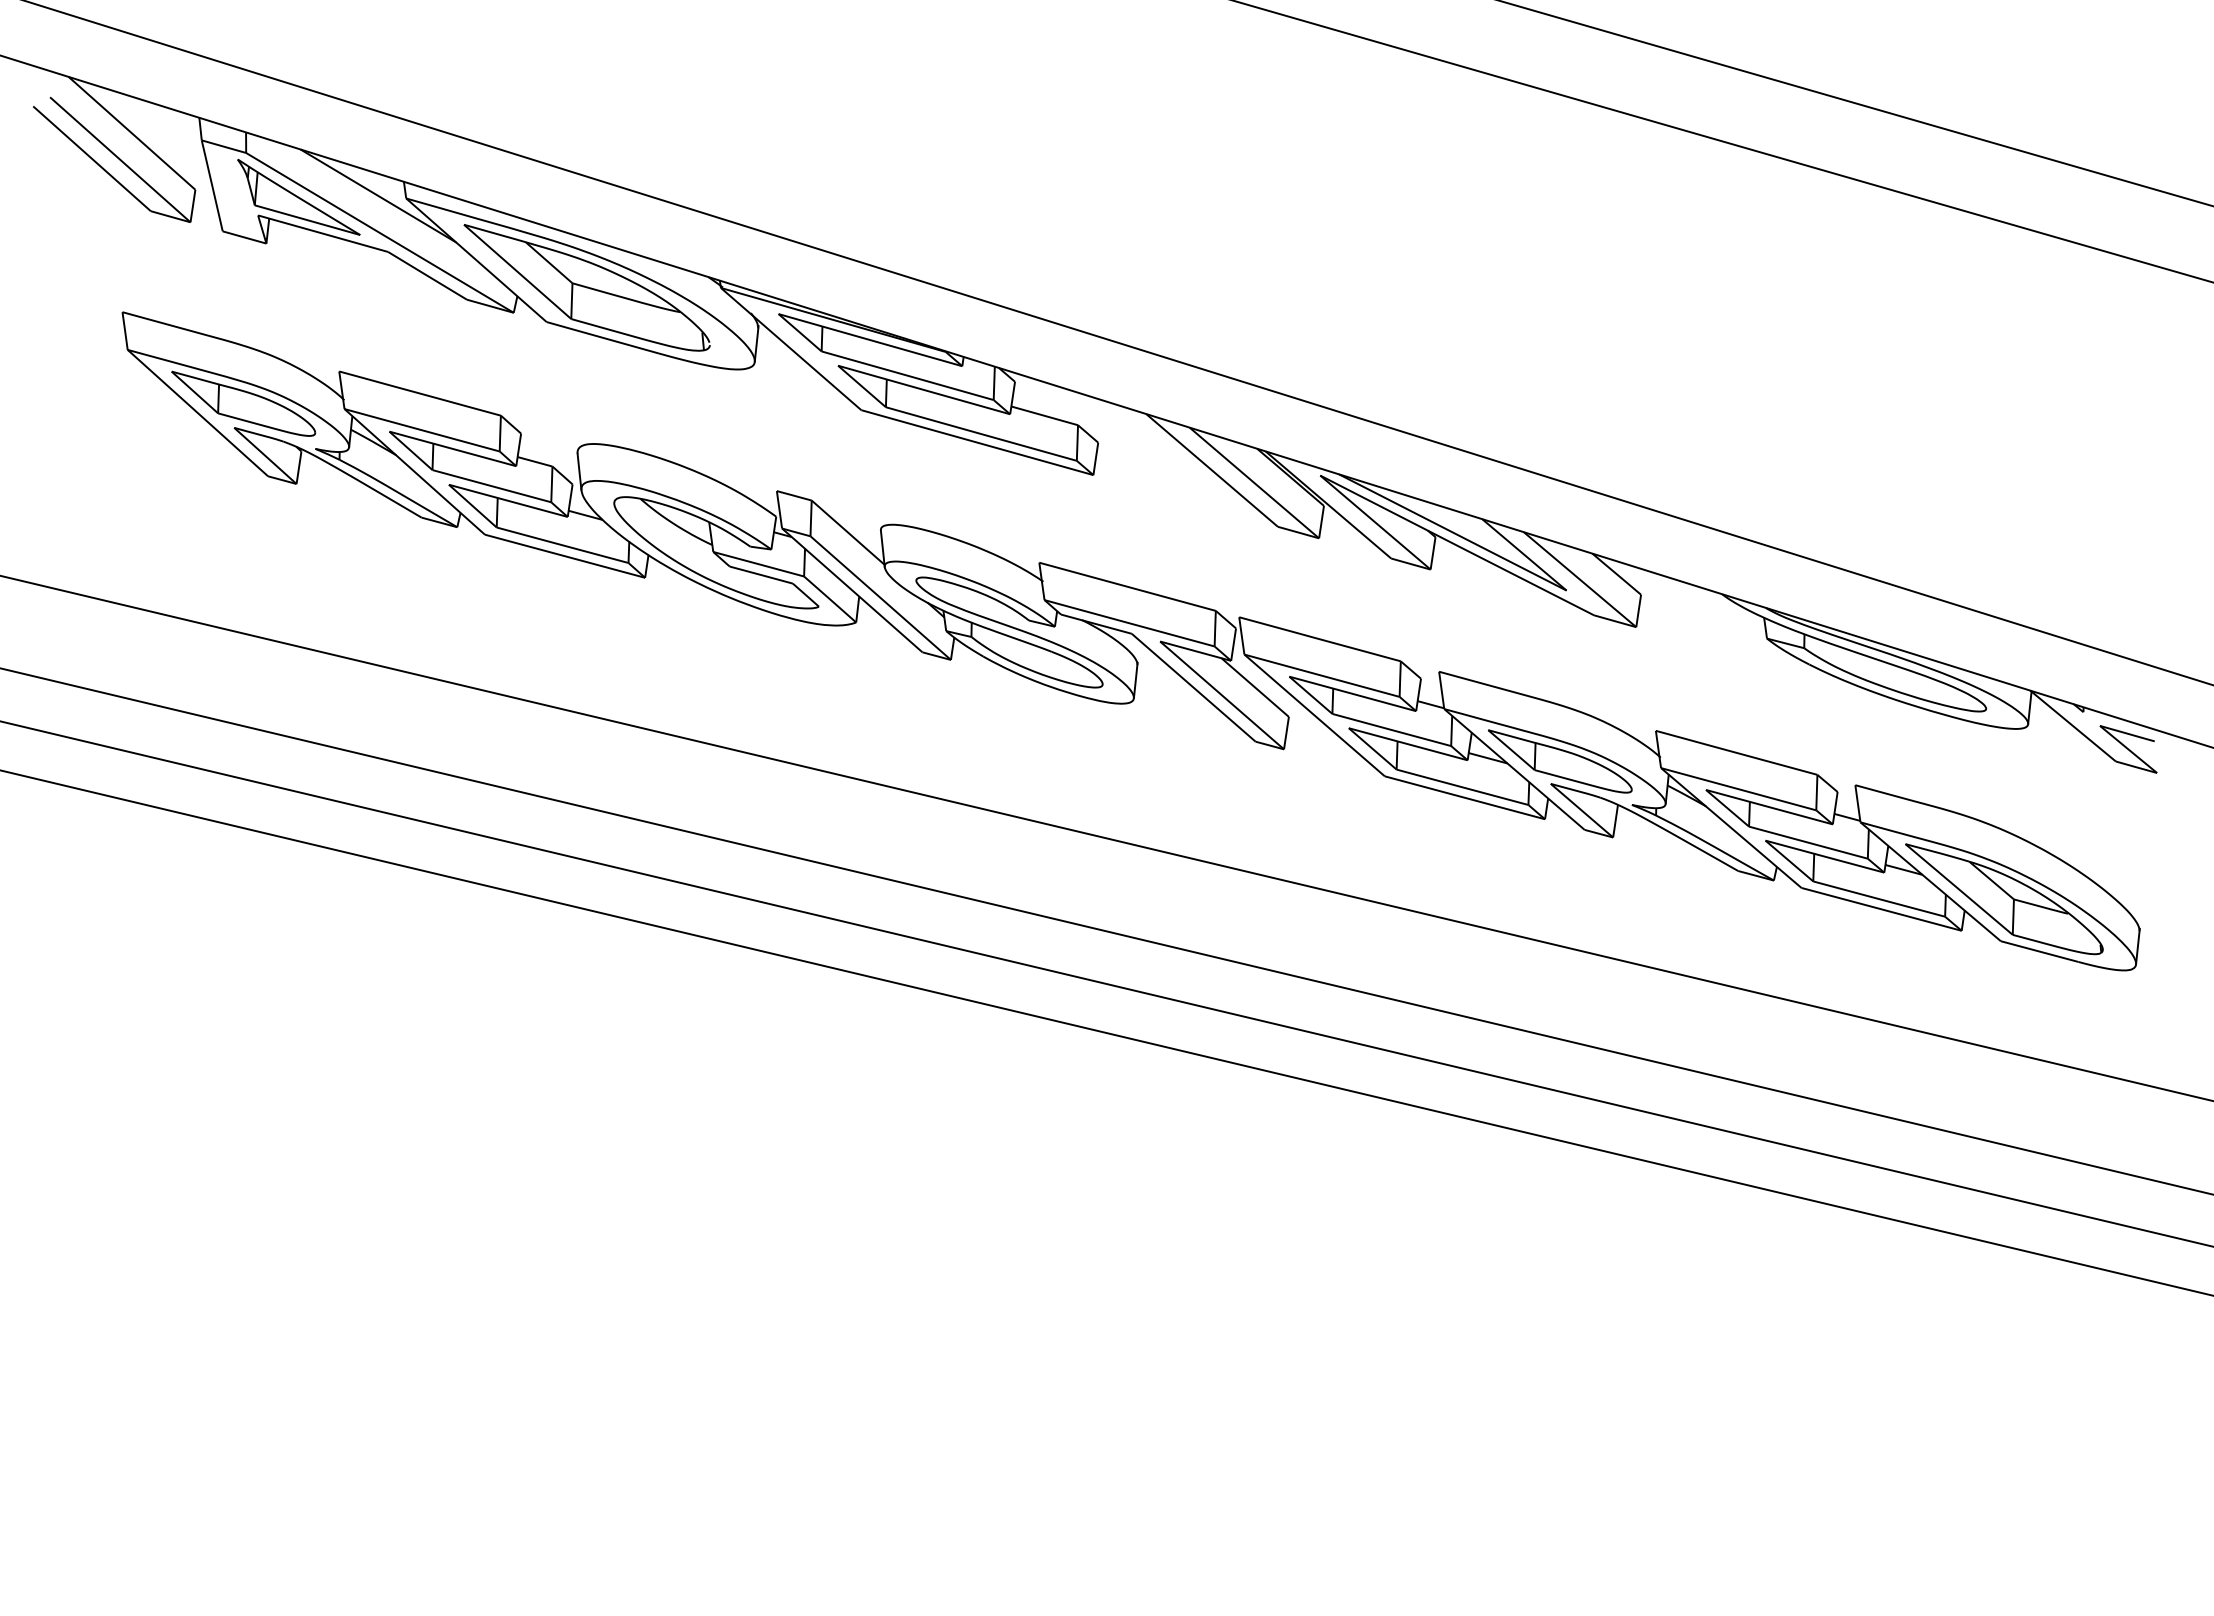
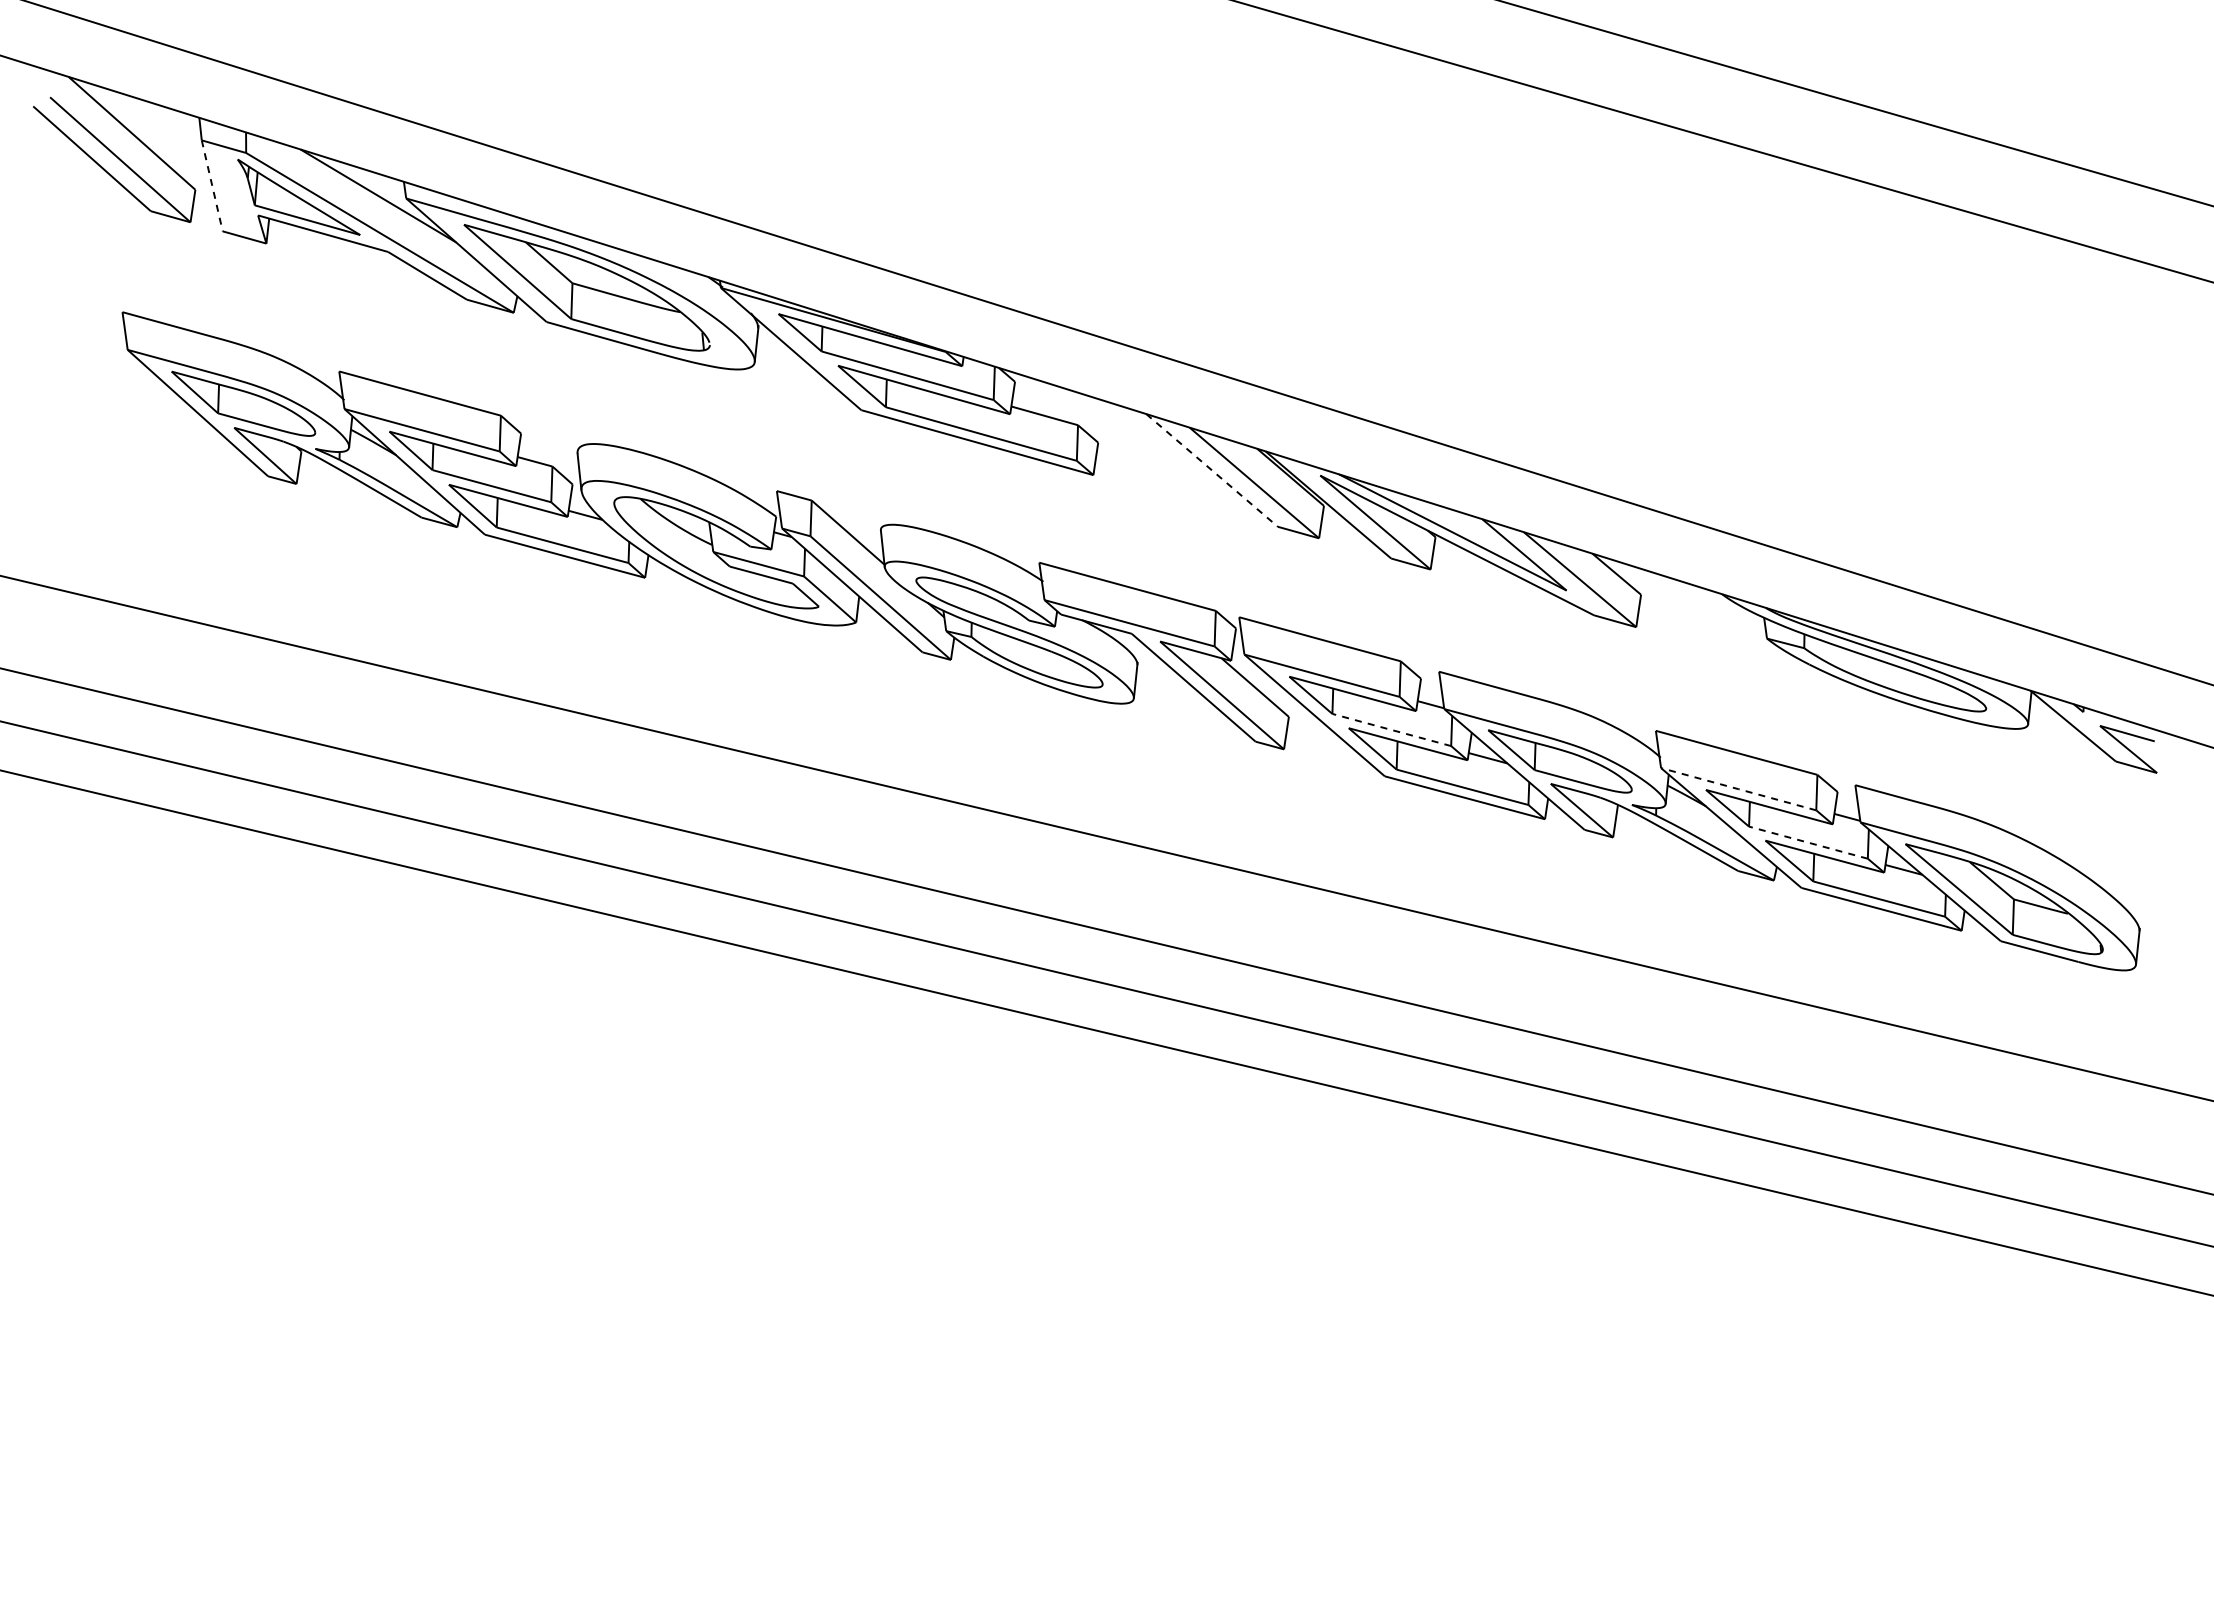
line at (212, 185): solid -> dashed
line at (1212, 470): solid -> dashed
line at (1391, 730): solid -> dashed
line at (1738, 789): solid -> dashed
line at (1808, 842): solid -> dashed
